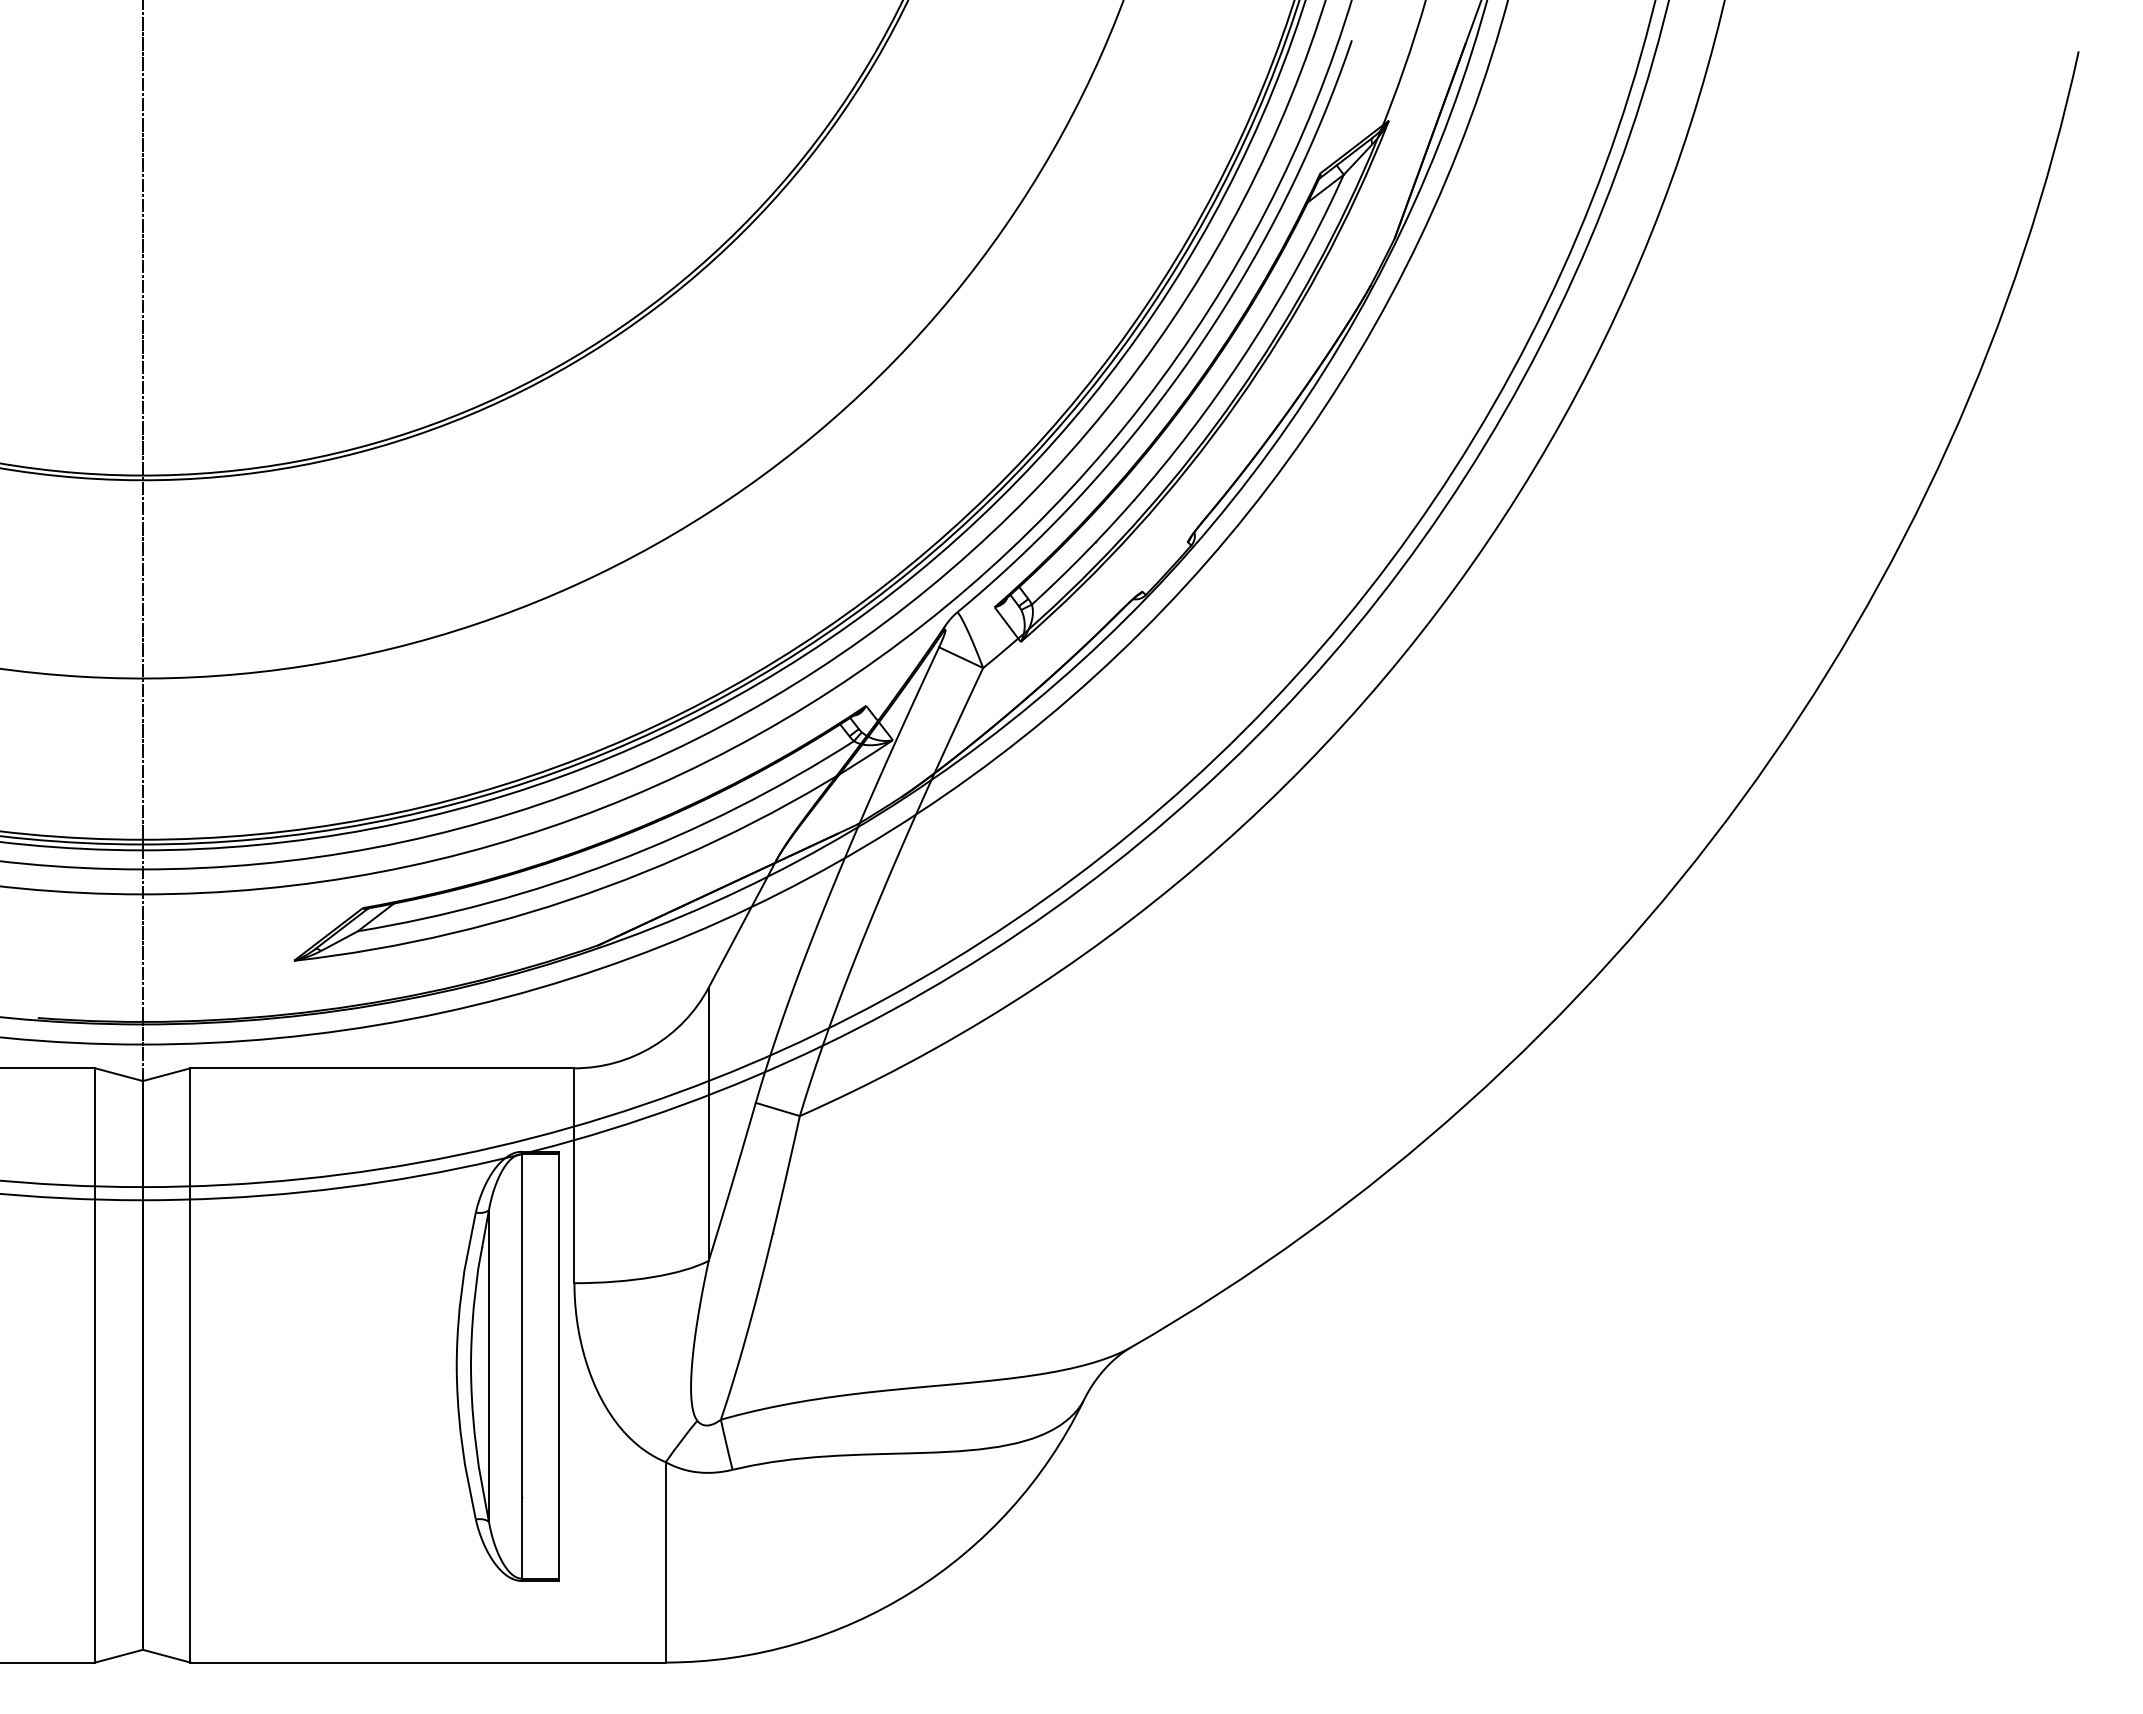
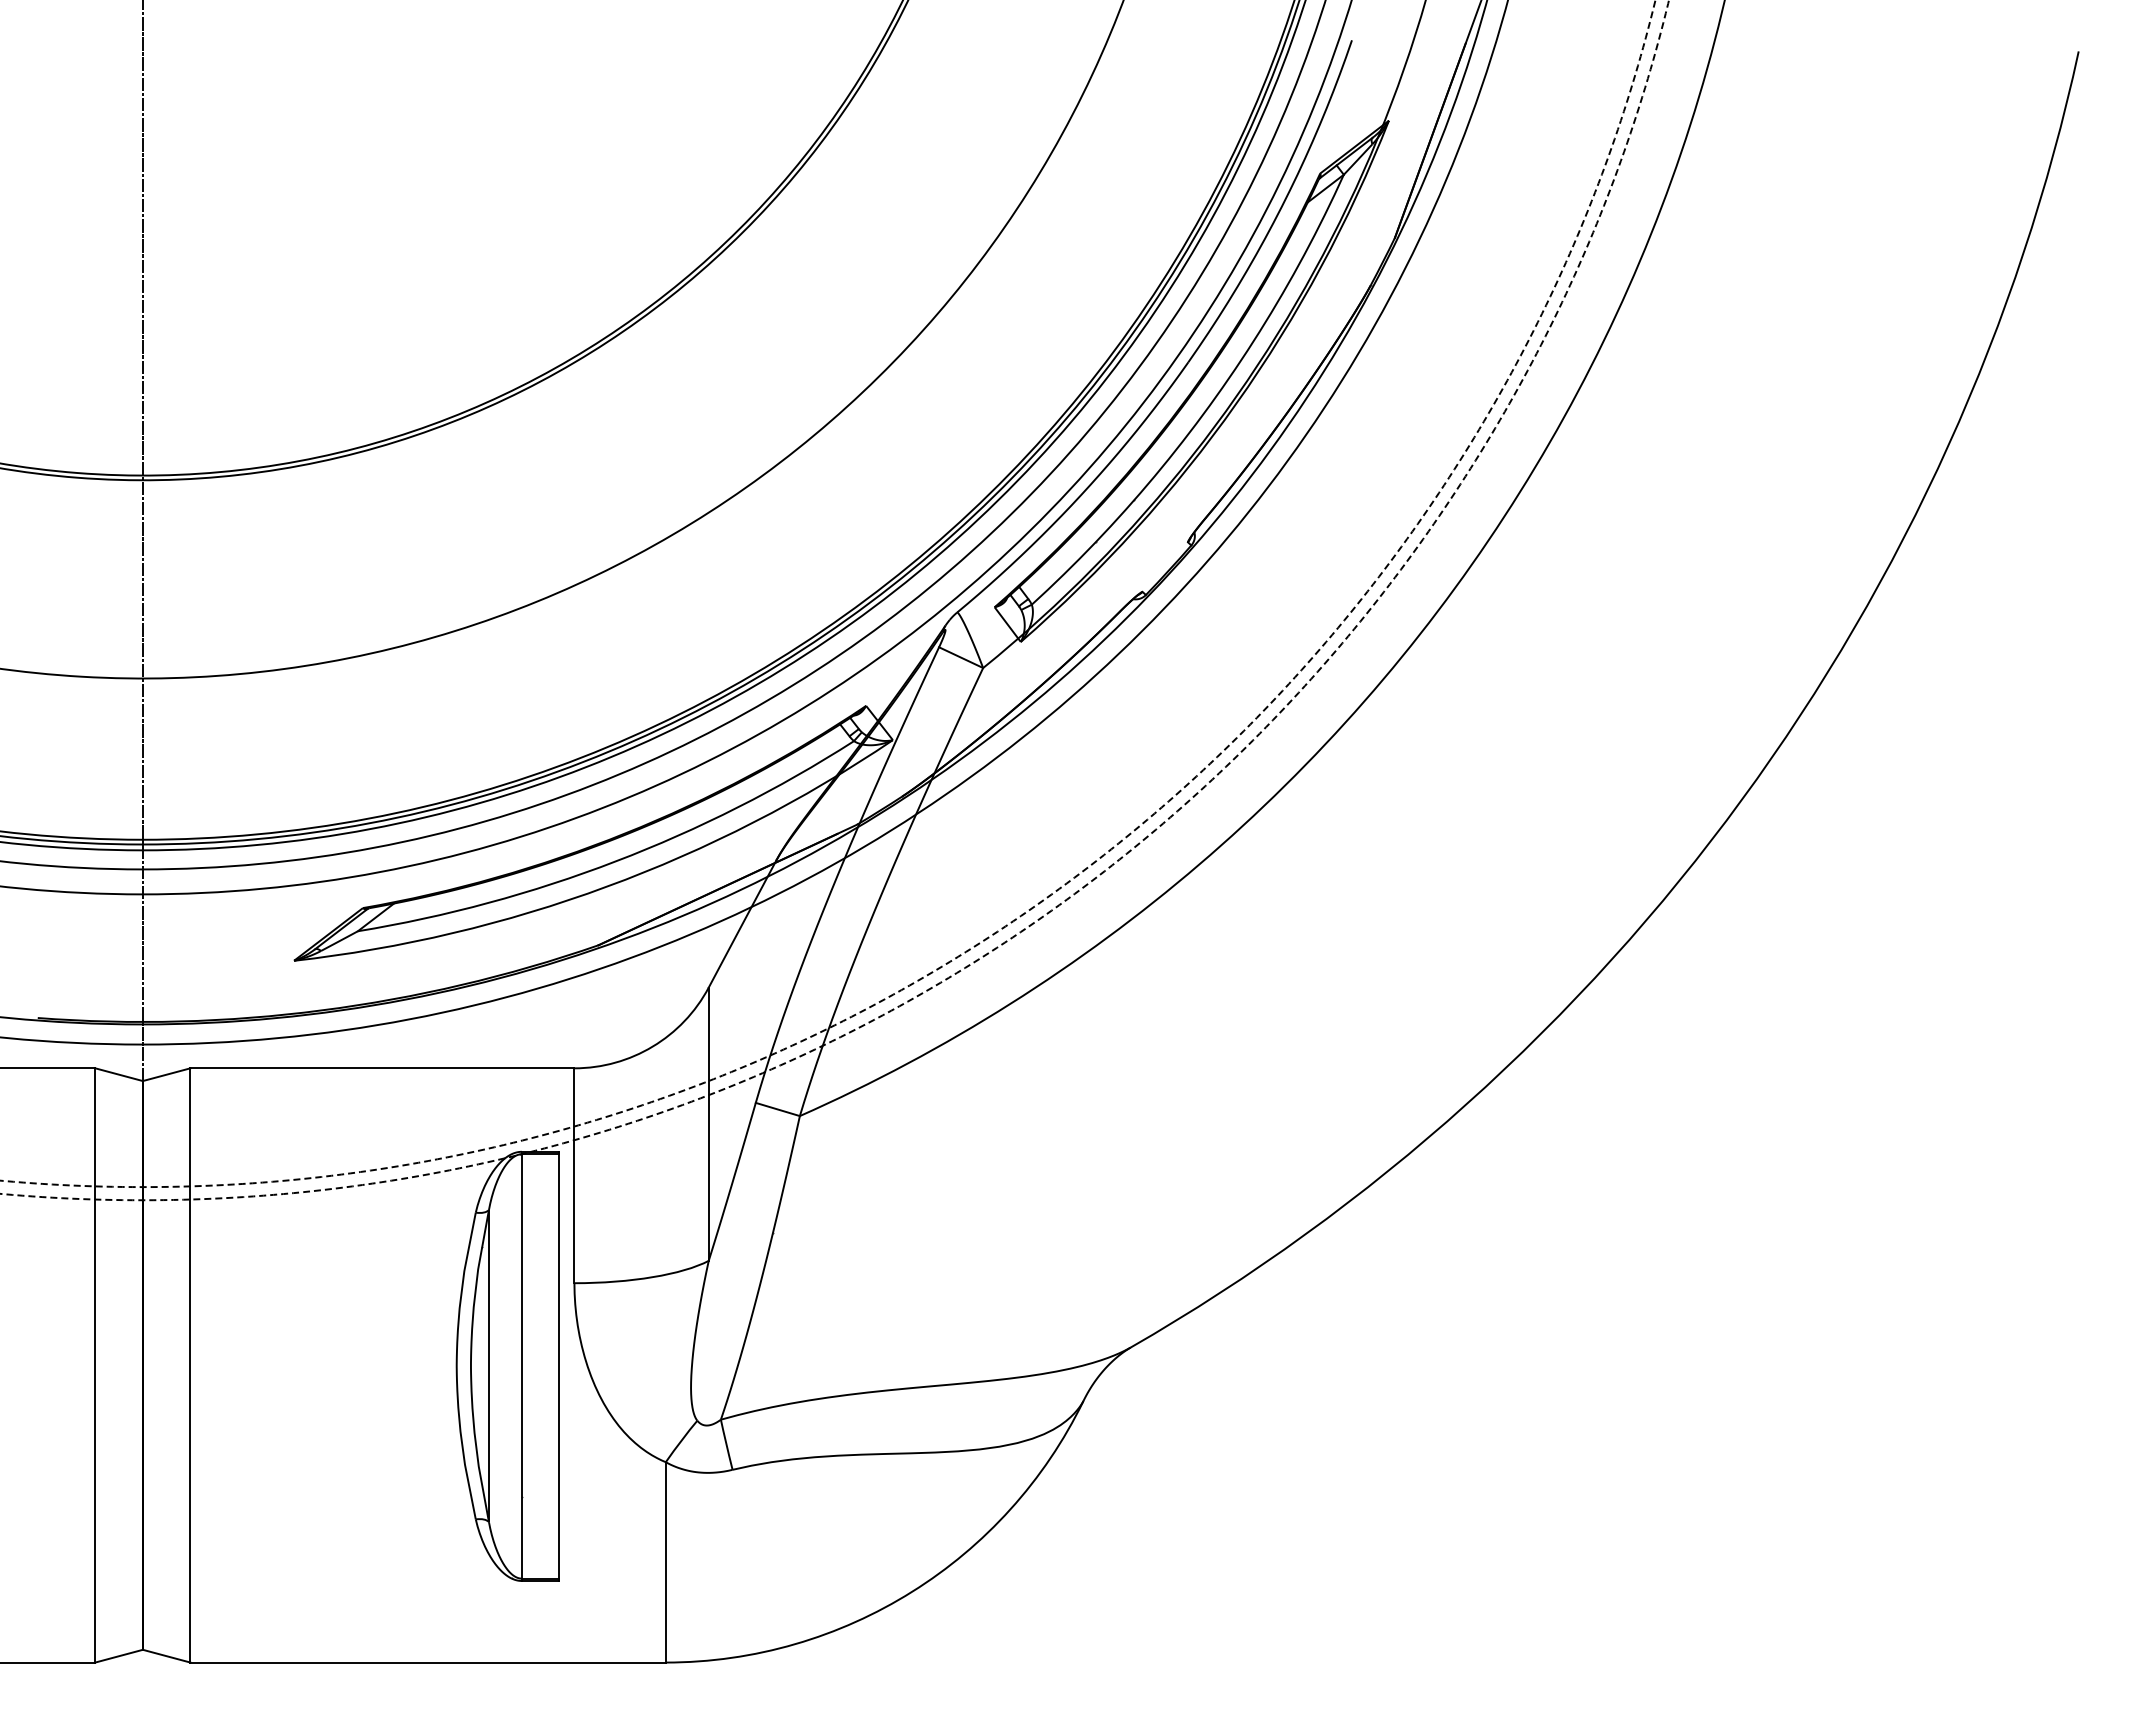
circle at (827, 593): solid -> dashed
circle at (834, 600): solid -> dashed
